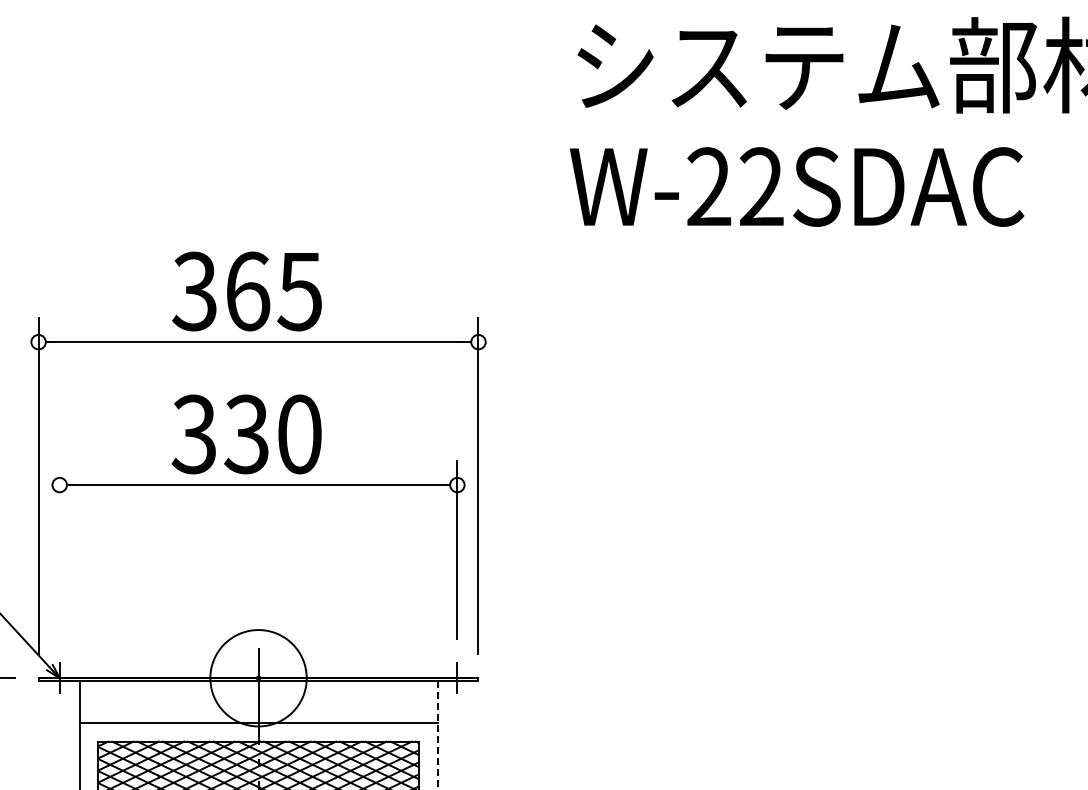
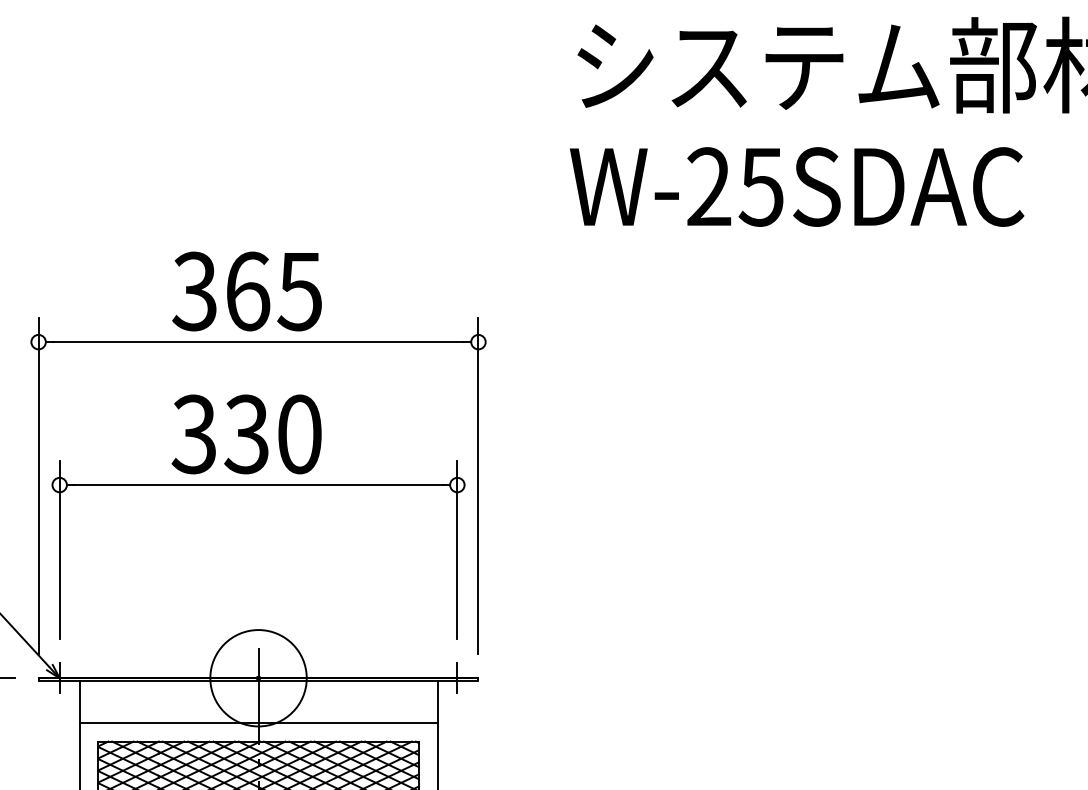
text at (760, 186): W-22SDAC -> W-25SDAC
line at (59, 549): none -> present
line at (437, 735): dashed -> solid
